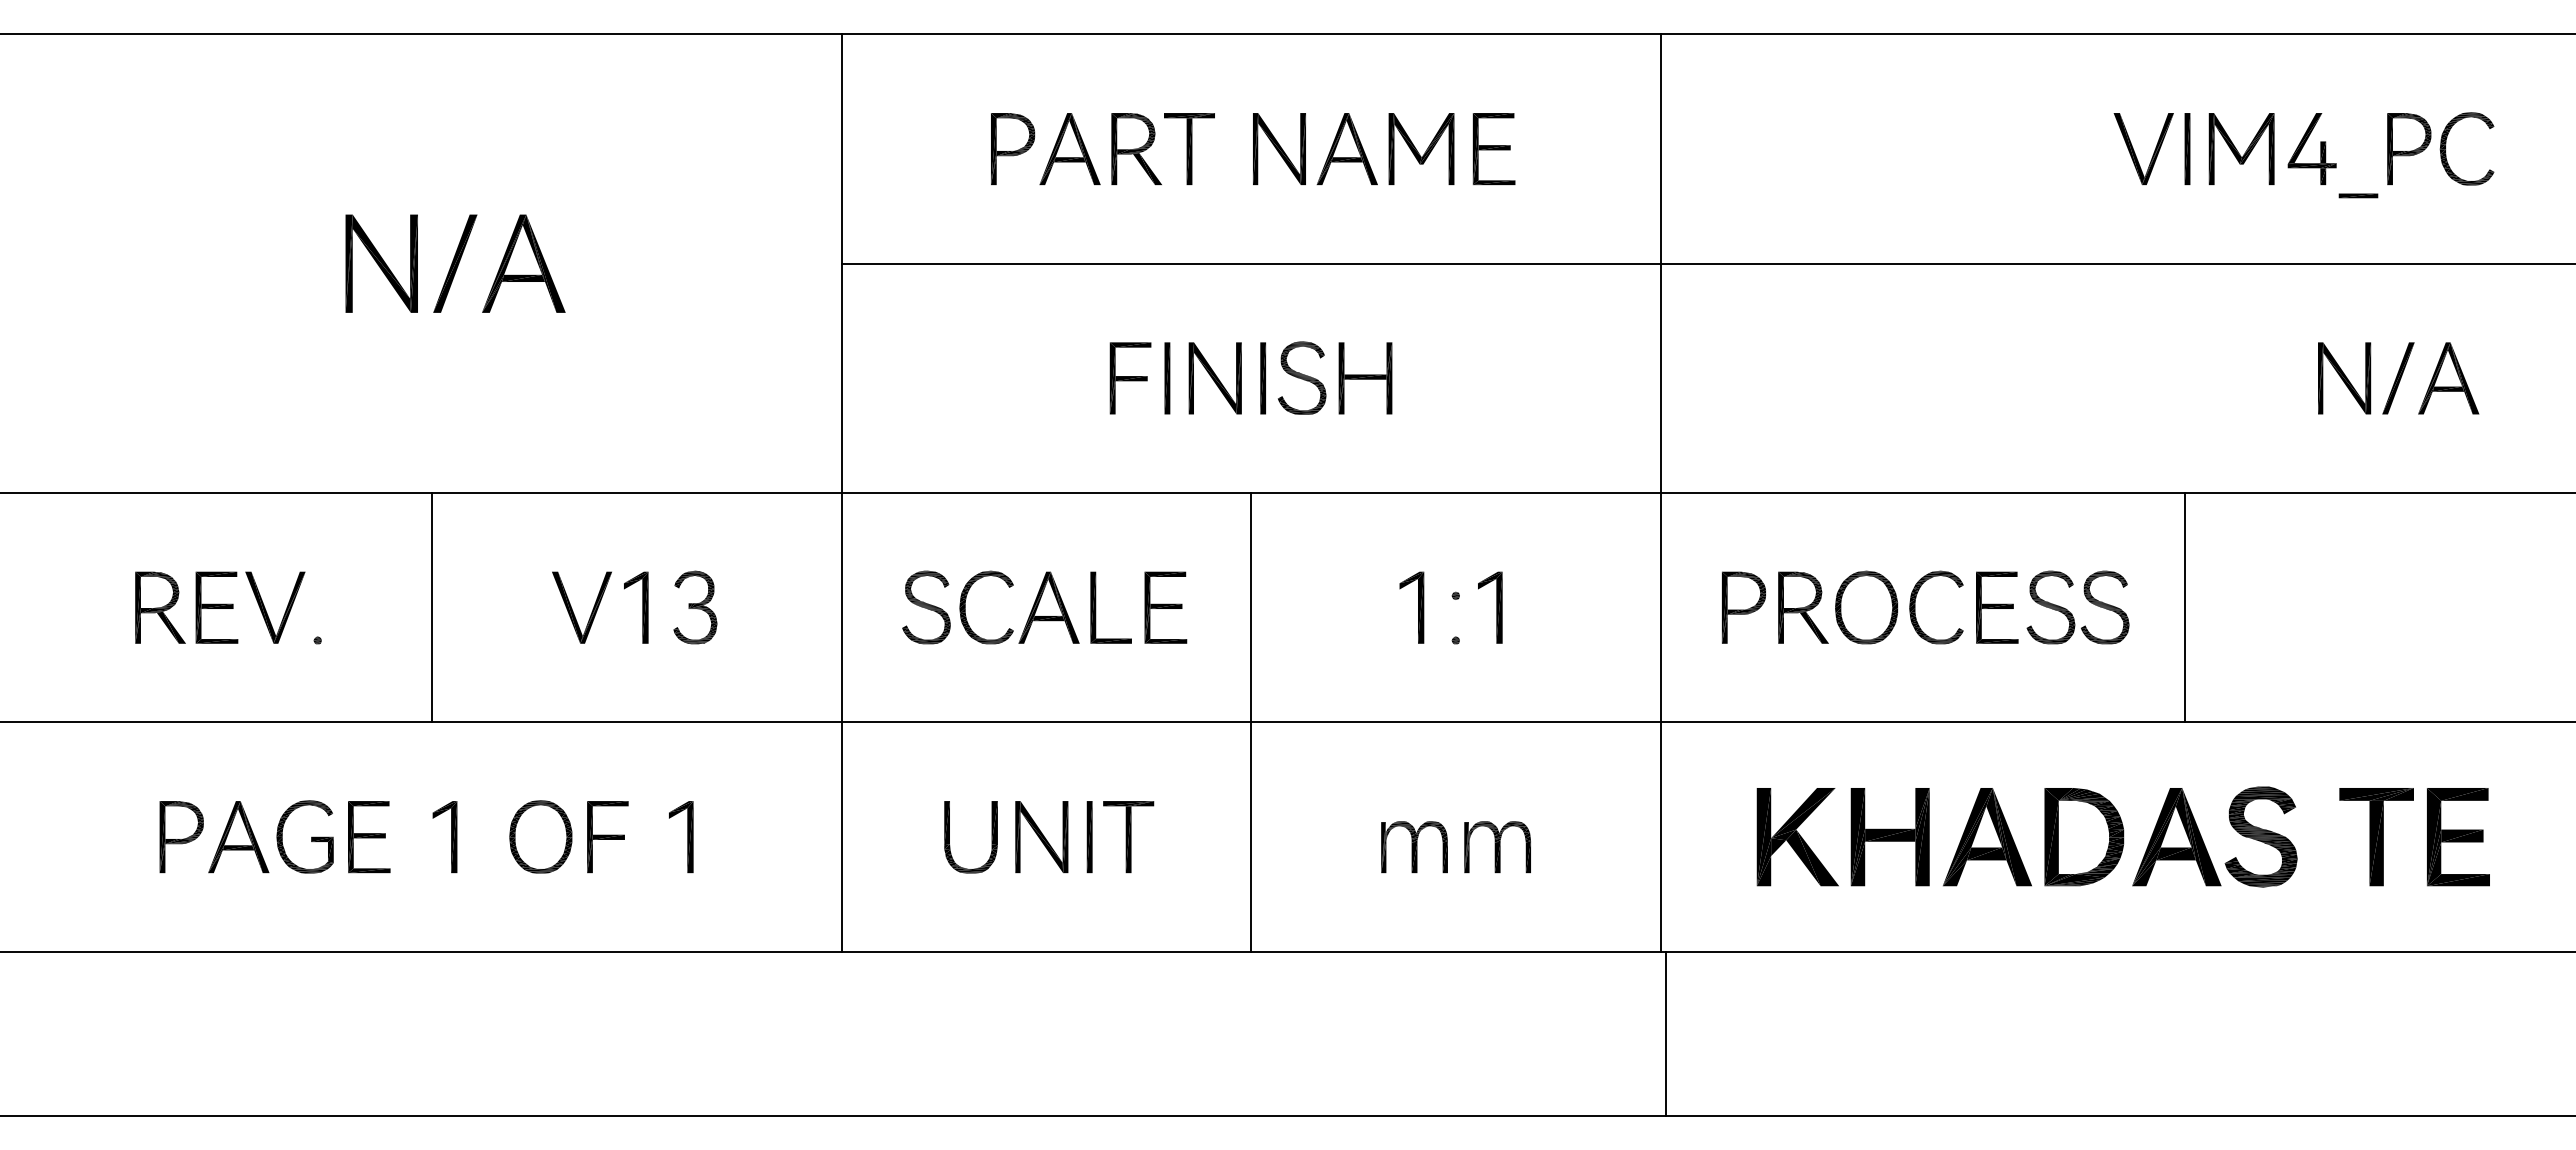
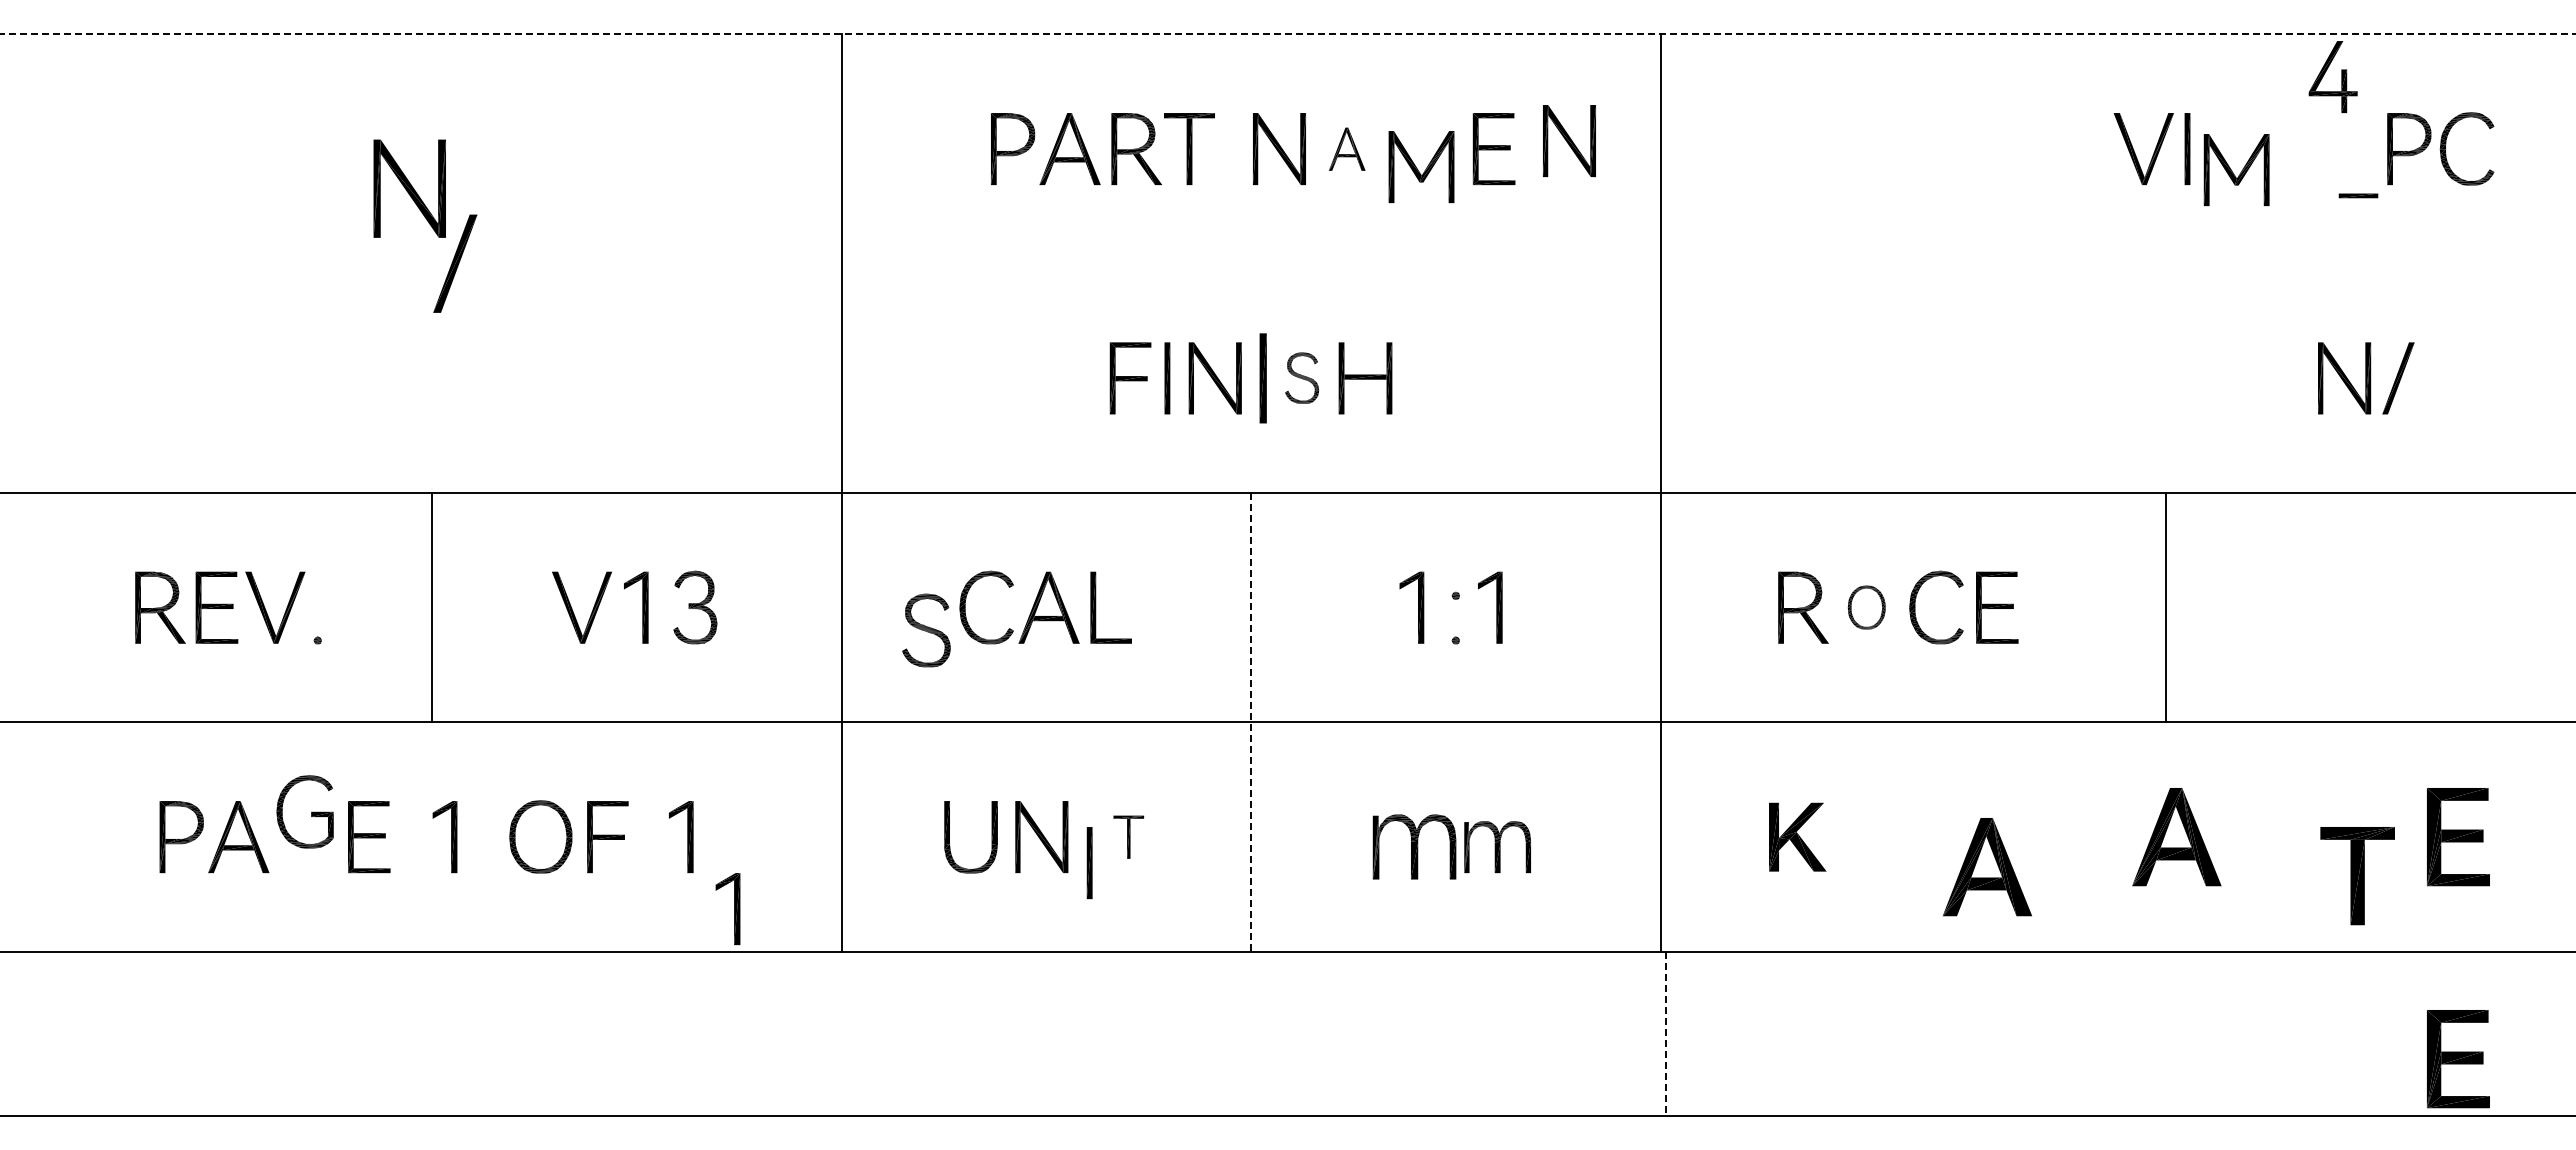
line at (1287, 34): solid -> dashed
part at (1569, 141): none -> present
part at (2304, 145) position: (2304, 145) -> (2325, 73)
part at (1346, 149) size: 62x73 px -> 37x44 px
part at (1421, 149) position: (1421, 149) -> (1421, 167)
part at (2241, 149) position: (2241, 149) -> (2236, 170)
part at (381, 263) position: (381, 263) -> (409, 188)
part at (523, 263): present -> none
line at (1706, 263): present -> none
part at (1301, 377) size: 50x74 px -> 35x52 px
part at (1262, 378) size: 6x73 px -> 8x91 px
part at (2448, 378): present -> none
part at (926, 607) position: (926, 607) -> (926, 630)
part at (1165, 607): present -> none
part at (1743, 607): present -> none
part at (1866, 607) size: 64x75 px -> 39x45 px
line at (2184, 607) position: (2184, 607) -> (2165, 607)
part at (2071, 613): present -> none
line at (1251, 722): solid -> dashed
part at (311, 836) position: (311, 836) -> (311, 811)
part at (2260, 836): present -> none
part at (1089, 837) position: (1089, 837) -> (1089, 863)
part at (1128, 837) size: 52x73 px -> 31x44 px
part at (1797, 837) size: 83x99 px -> 58x70 px
part at (1889, 837): present -> none
part at (1987, 837) position: (1987, 837) -> (1987, 867)
part at (2084, 837): present -> none
part at (2376, 837) position: (2376, 837) -> (2357, 876)
part at (1414, 847) size: 67x53 px -> 85x66 px
part at (734, 909): none -> present
line at (1665, 1033): solid -> dashed
part at (2458, 1059): none -> present
